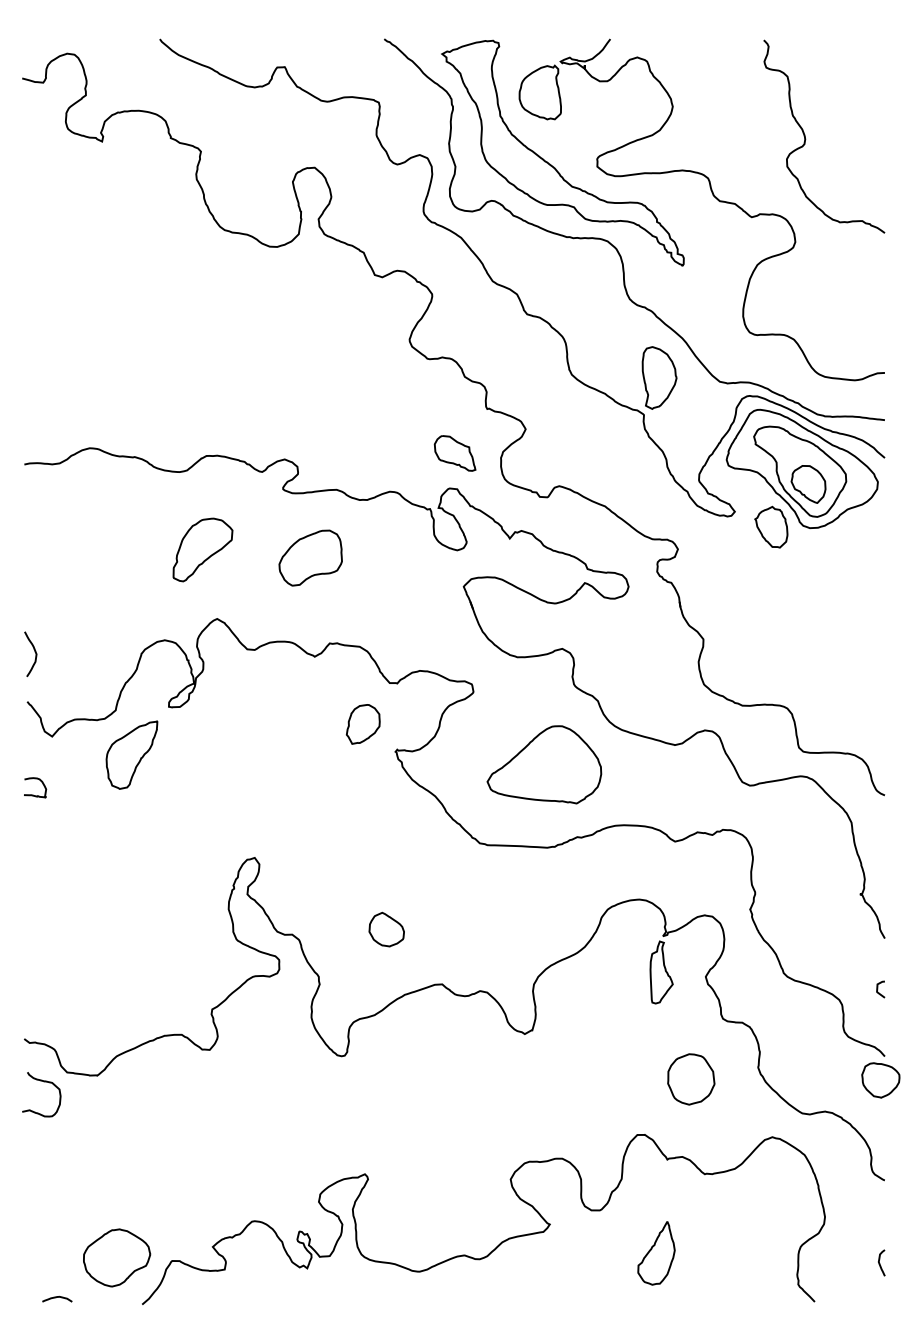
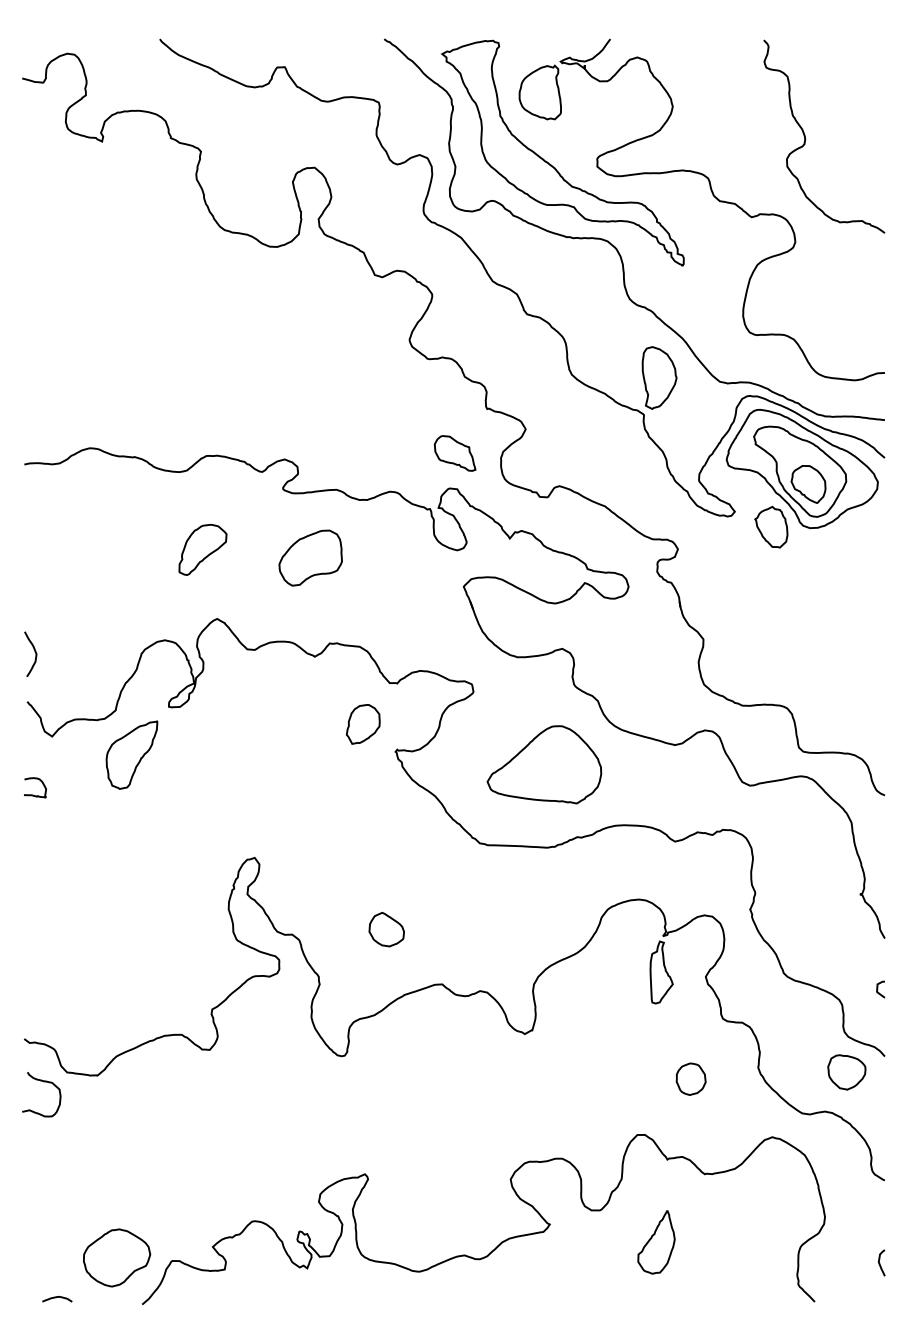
part at (202, 549) size: 62x66 px -> 50x53 px
part at (691, 1079) size: 49x53 px -> 32x34 px
part at (880, 1080) position: (880, 1080) -> (846, 1072)
part at (656, 1253) position: (656, 1253) -> (656, 1242)
